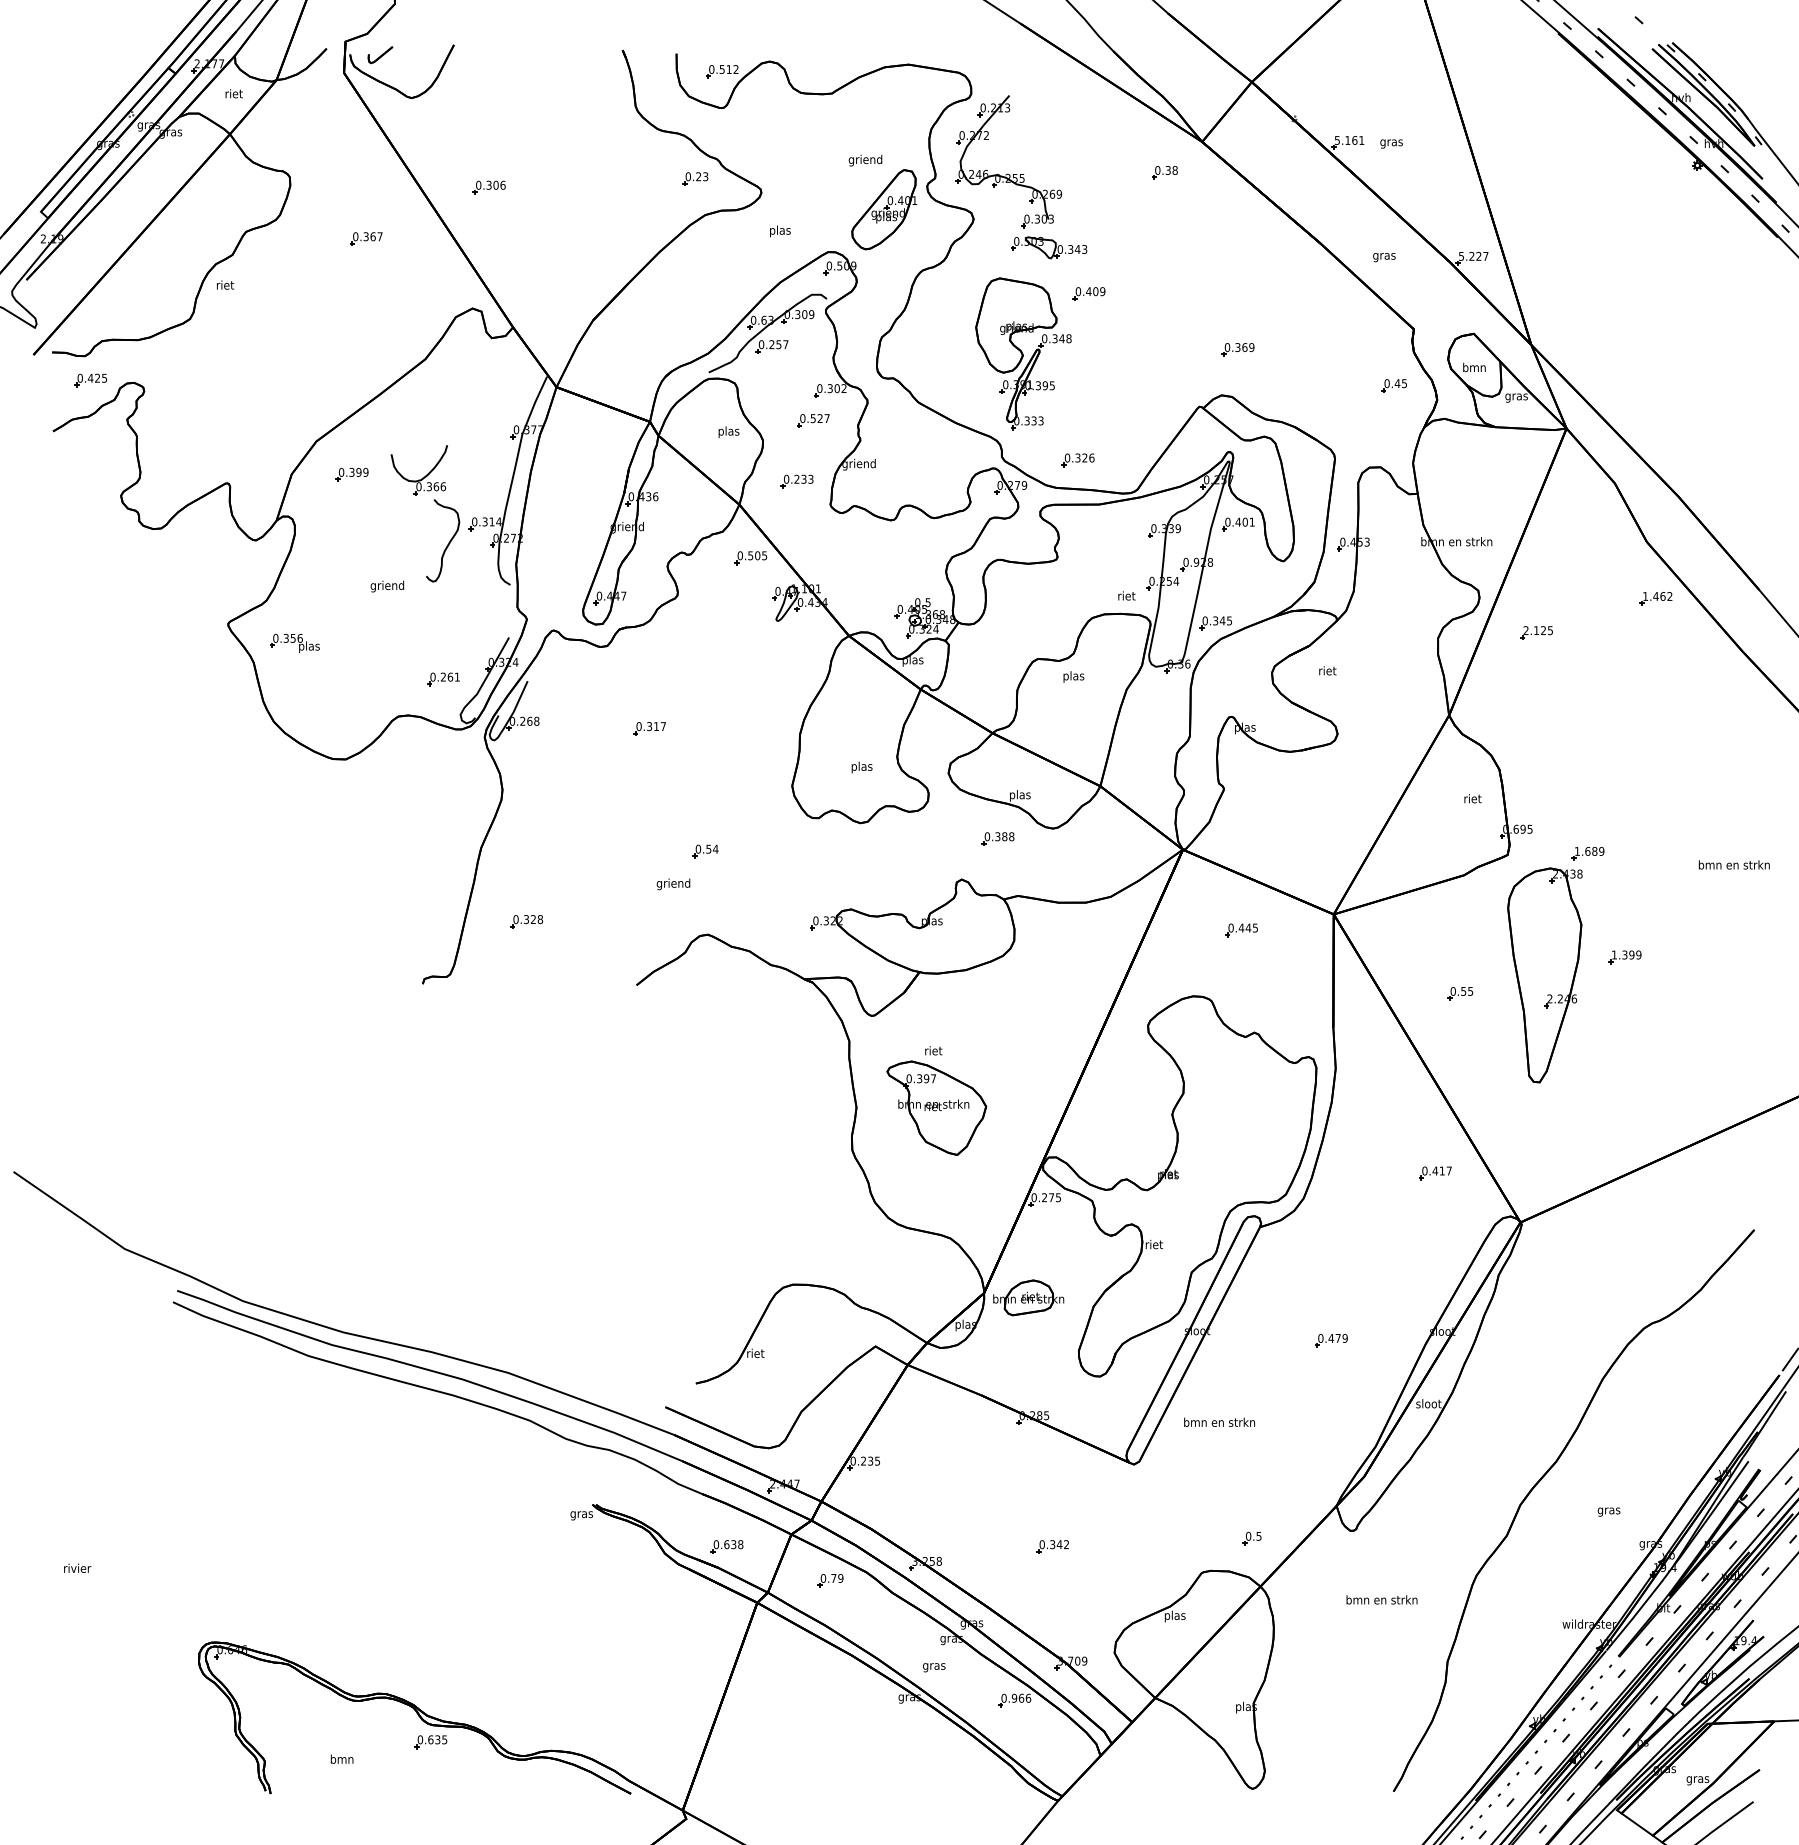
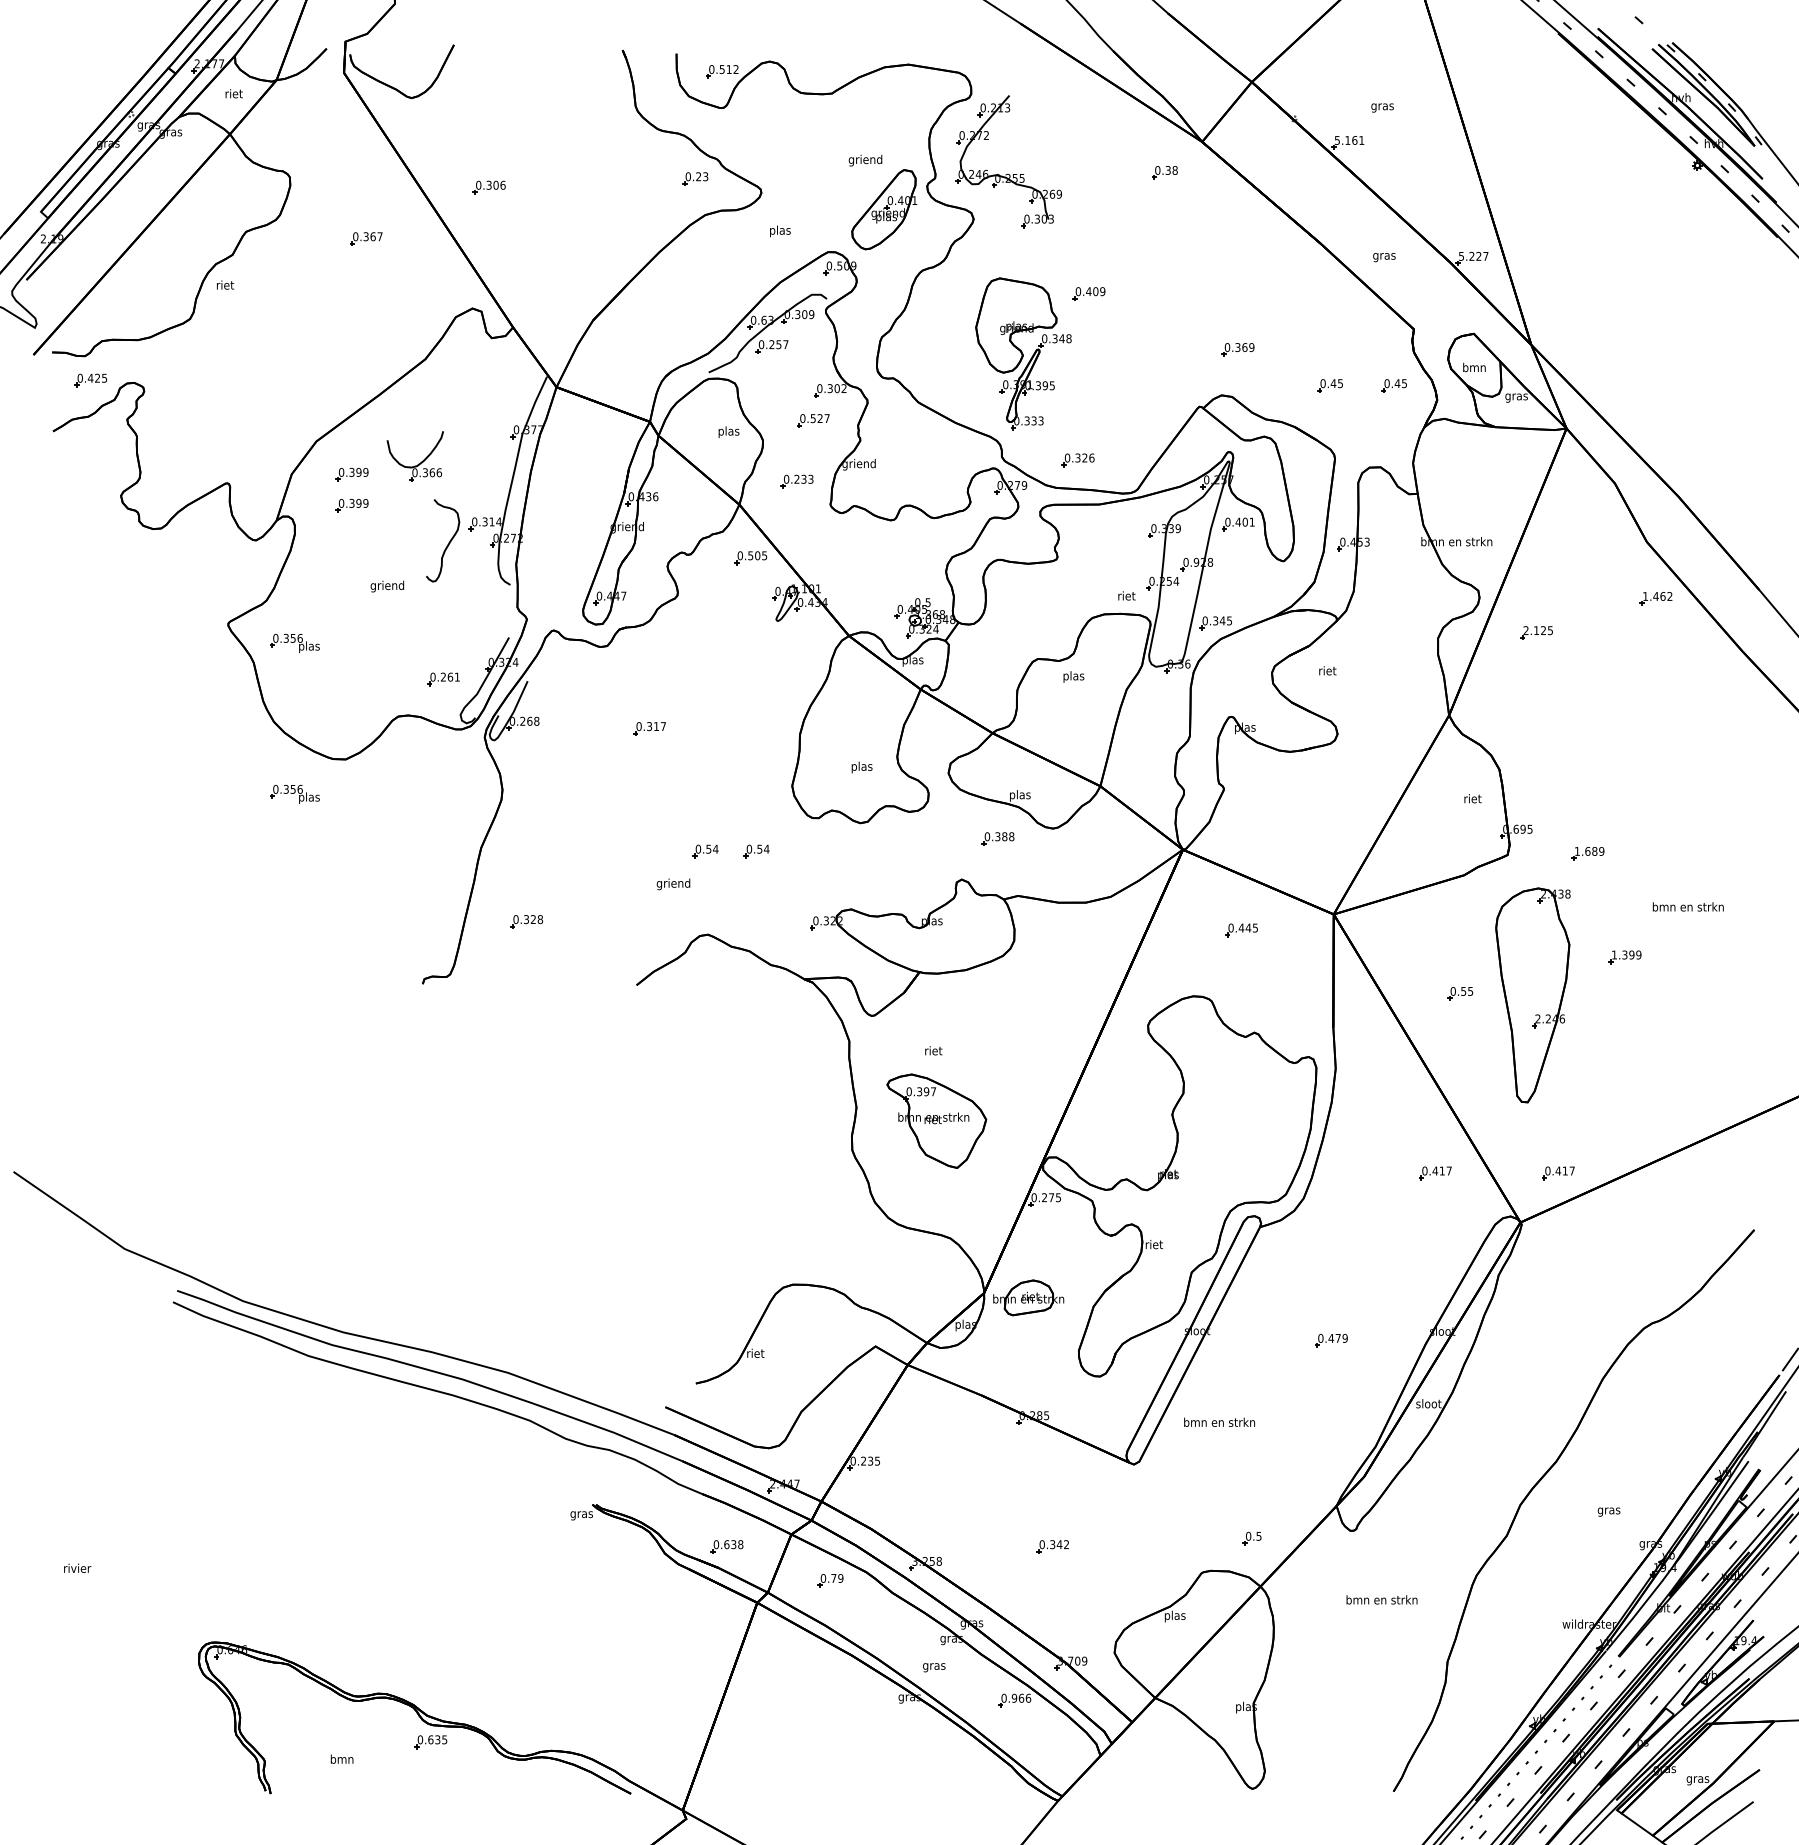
part at (380, 55): present -> none
text at (1391, 143) position: (1391, 143) -> (1382, 107)
part at (1049, 247): present -> none
part at (1329, 385): none -> present
part at (422, 477) position: (422, 477) -> (418, 463)
part at (351, 505): none -> present
part at (294, 793): none -> present
part at (756, 851): none -> present
text at (1733, 864) position: (1733, 864) -> (1687, 906)
part at (1544, 975) position: (1544, 975) -> (1532, 995)
part at (936, 1107) position: (936, 1107) -> (936, 1120)
part at (1558, 1173): none -> present
